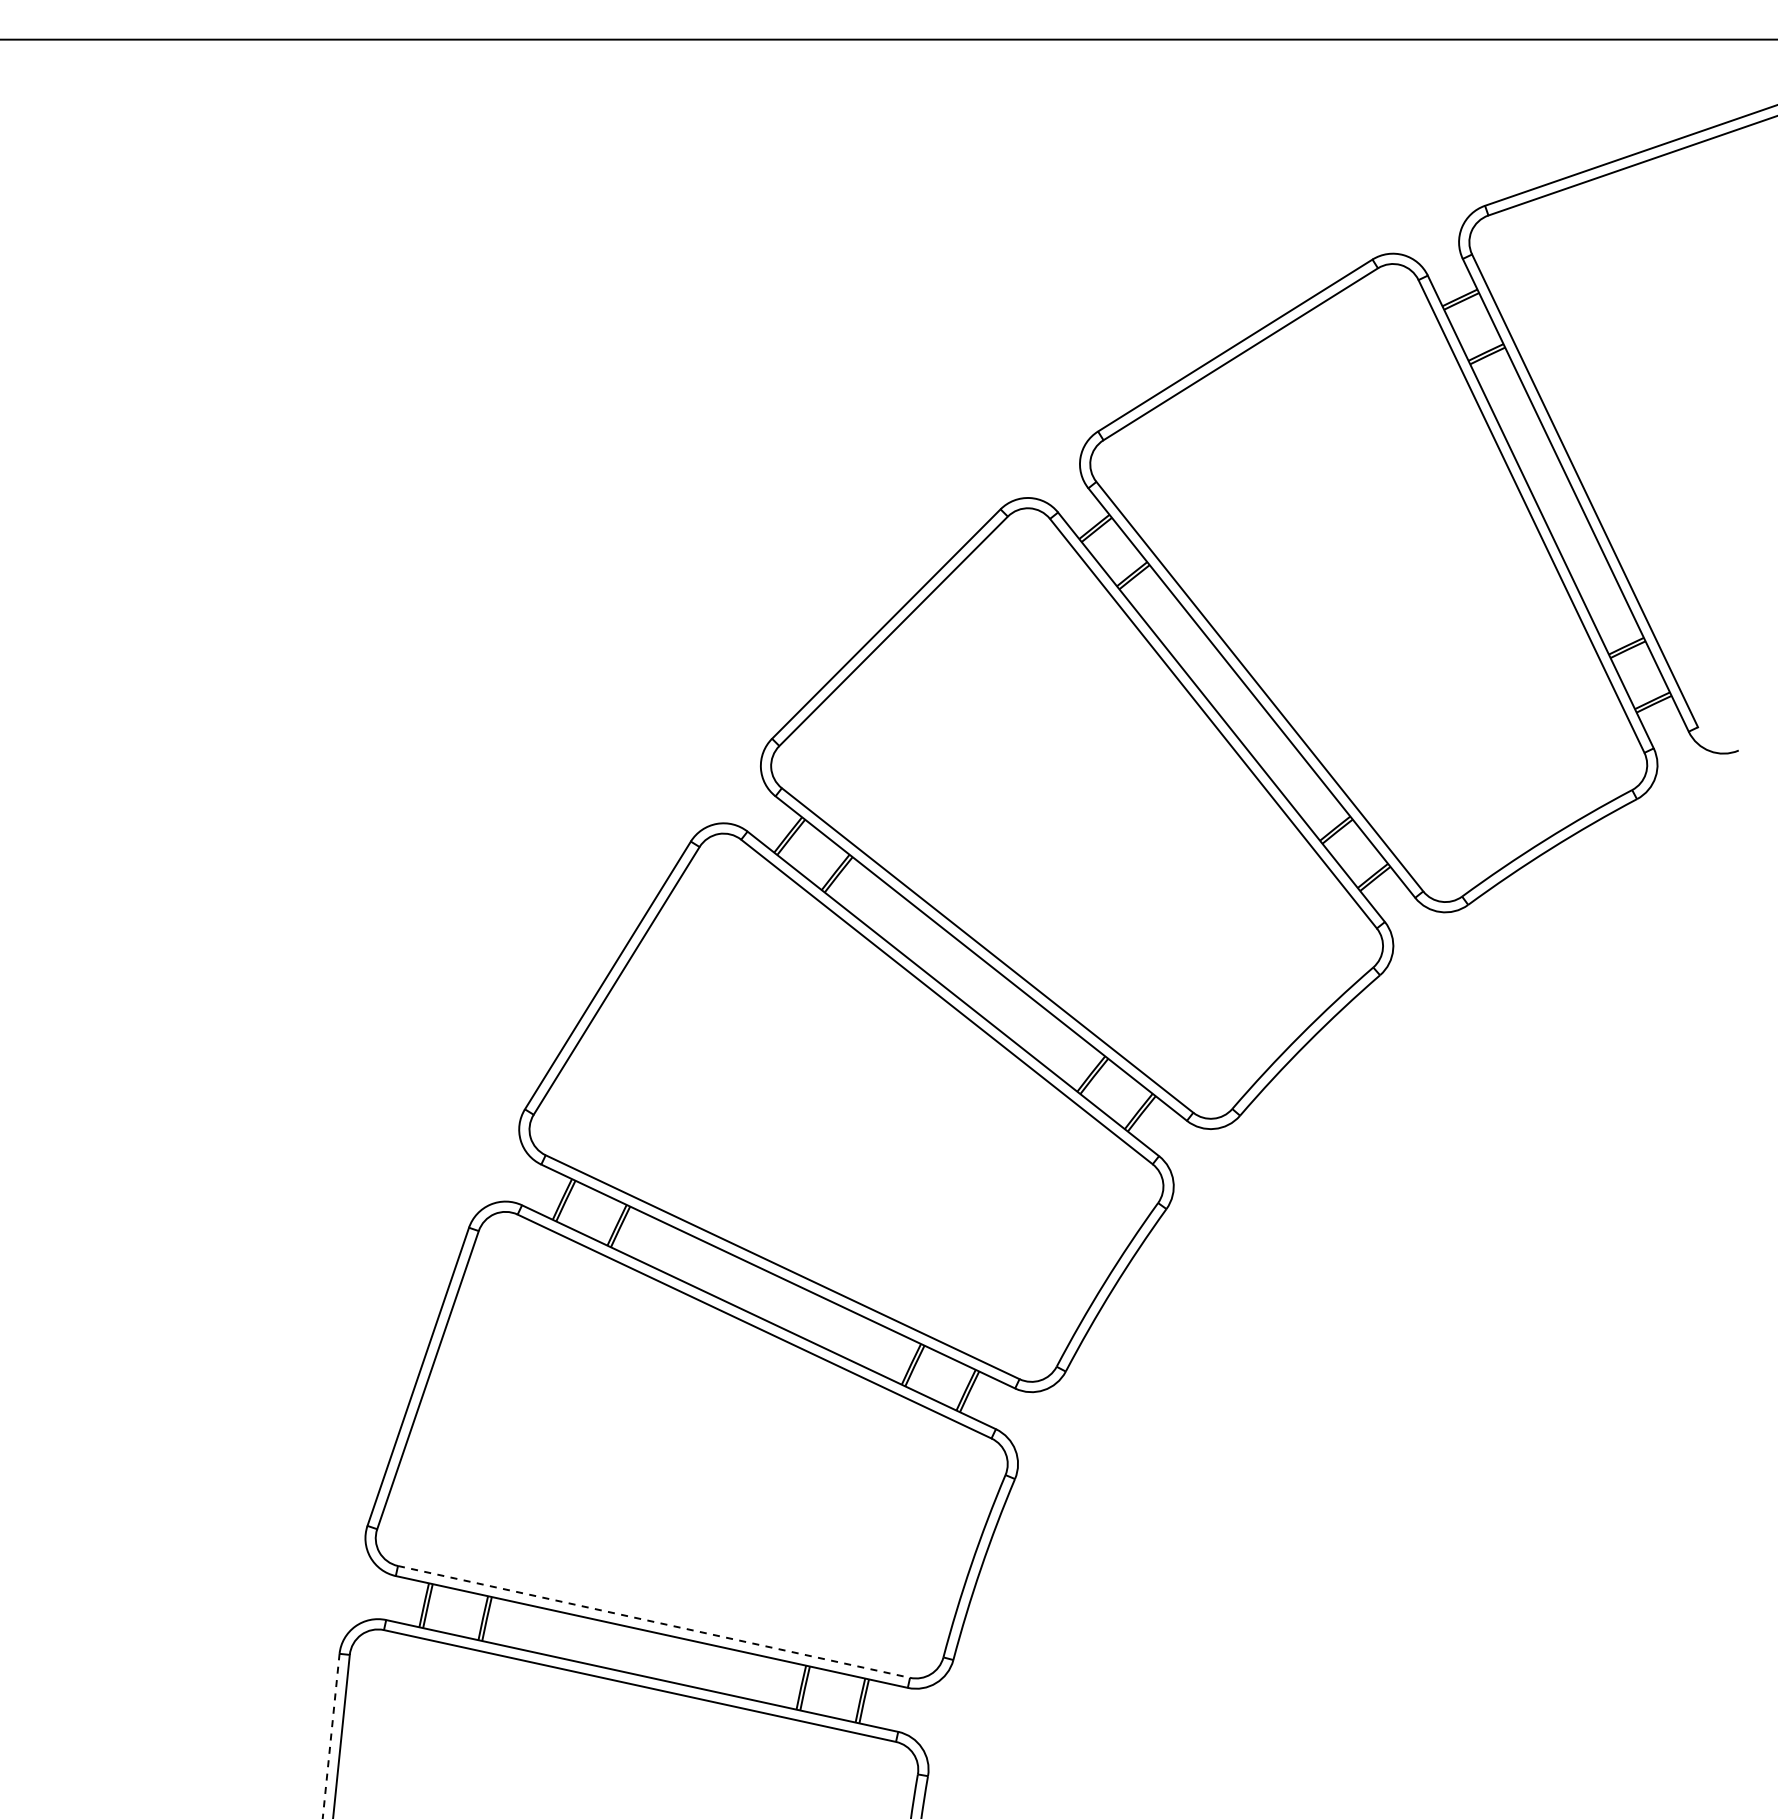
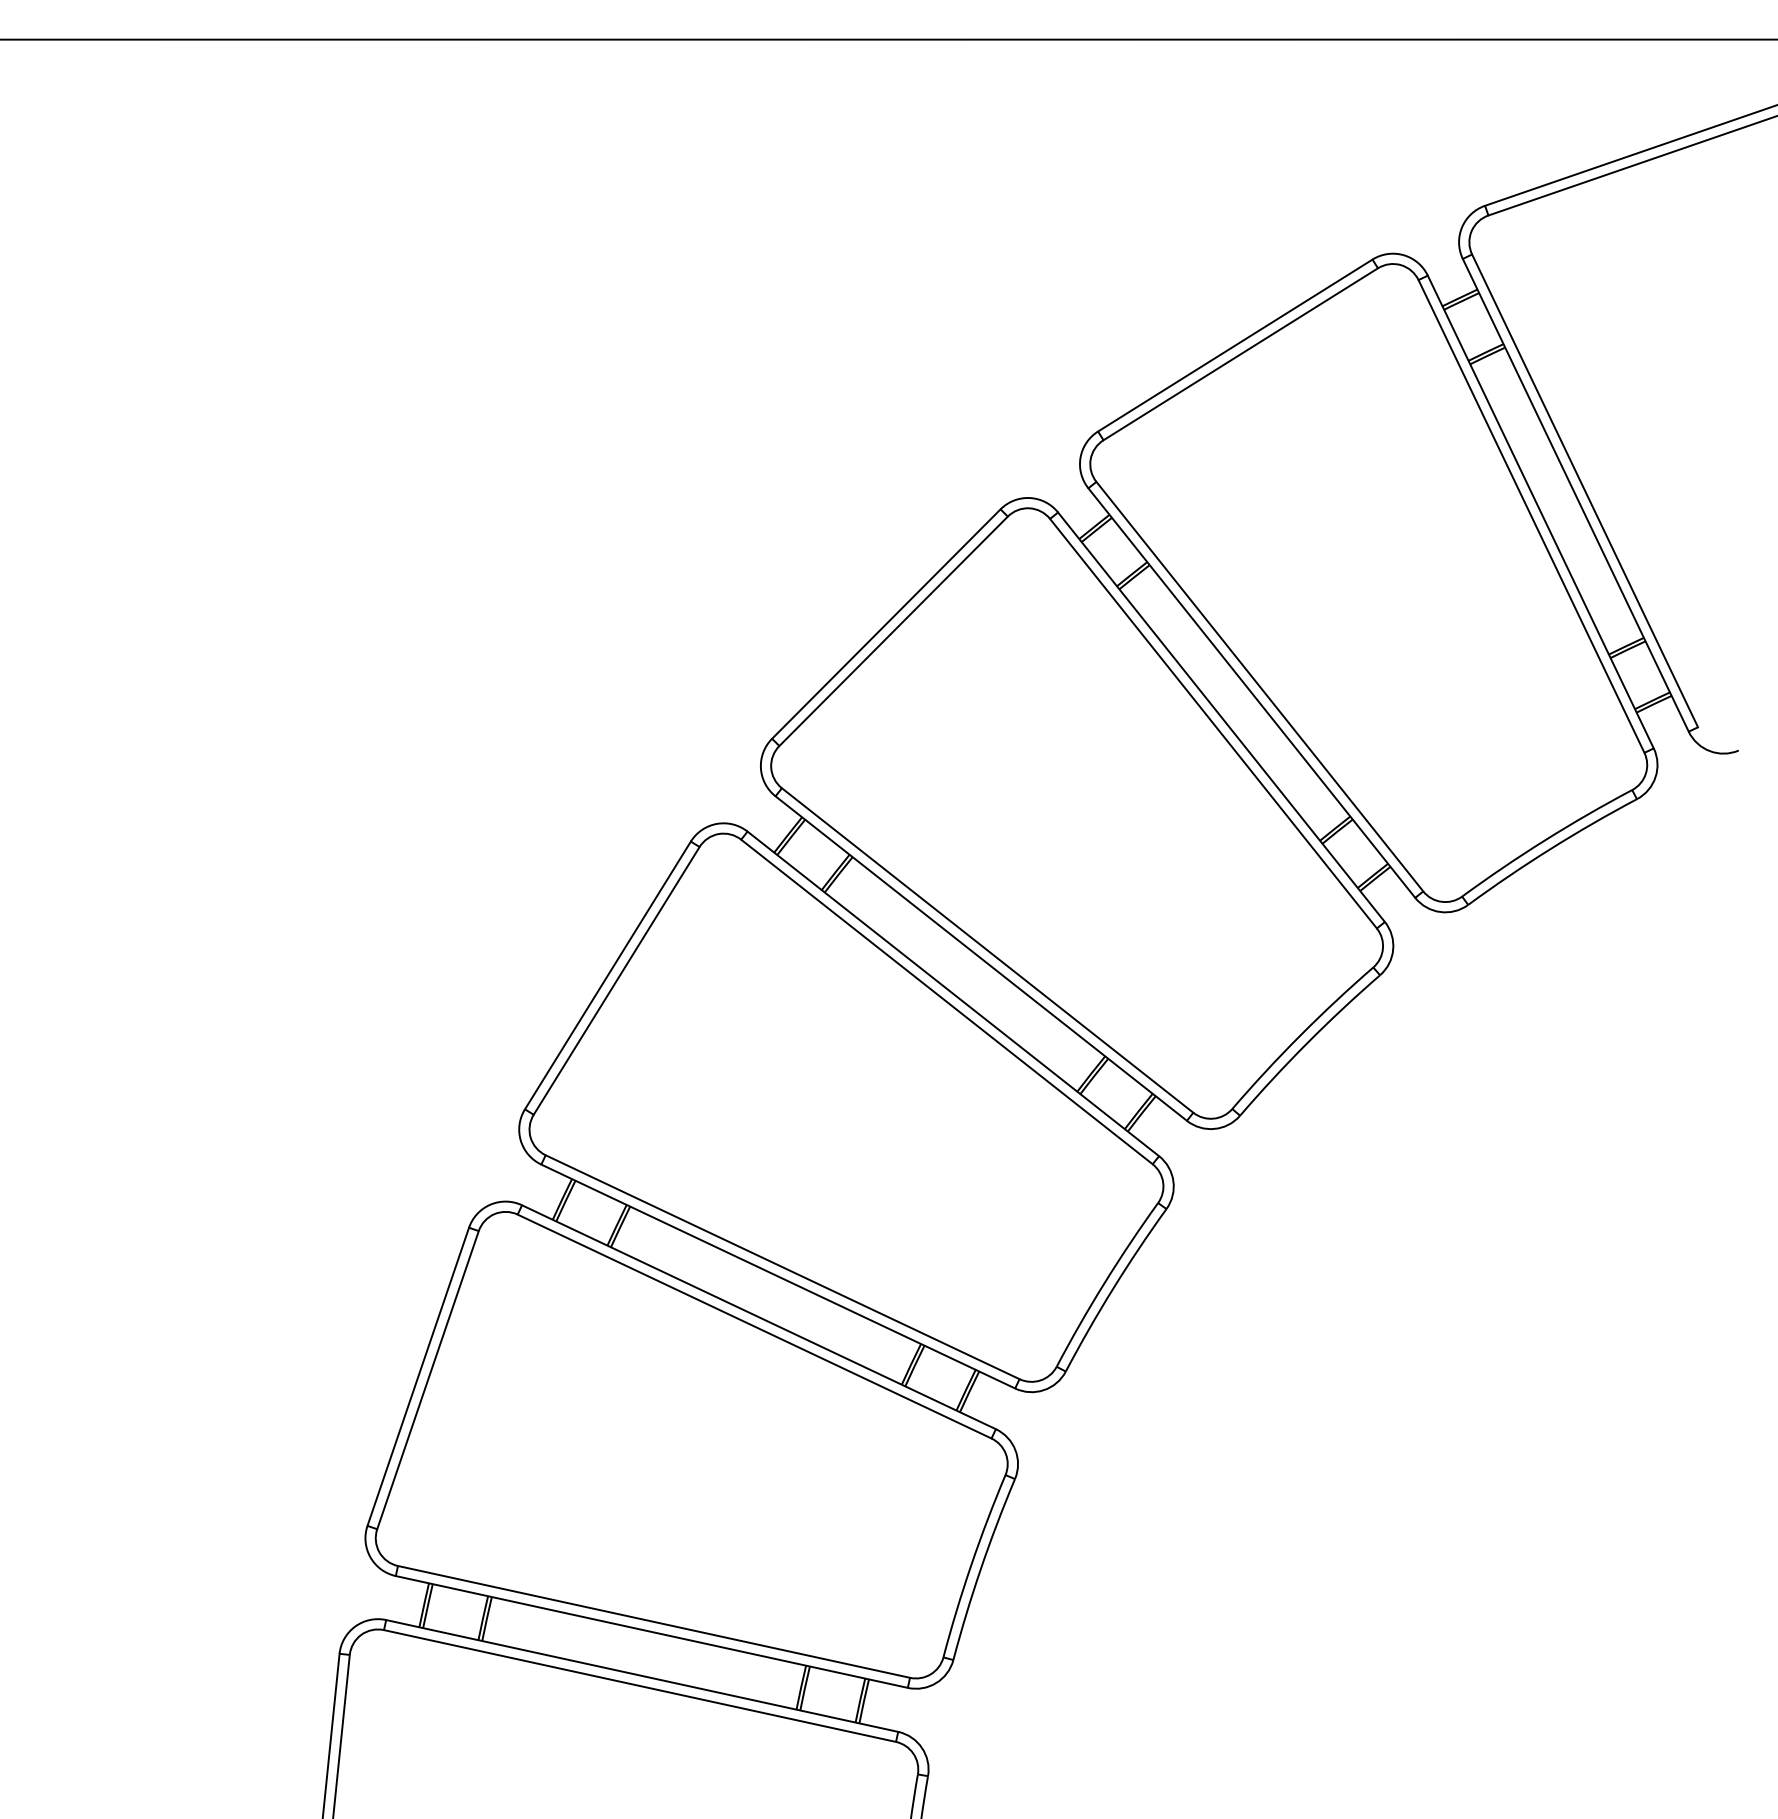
line at (654, 1622): dashed -> solid
line at (331, 1736): dashed -> solid
